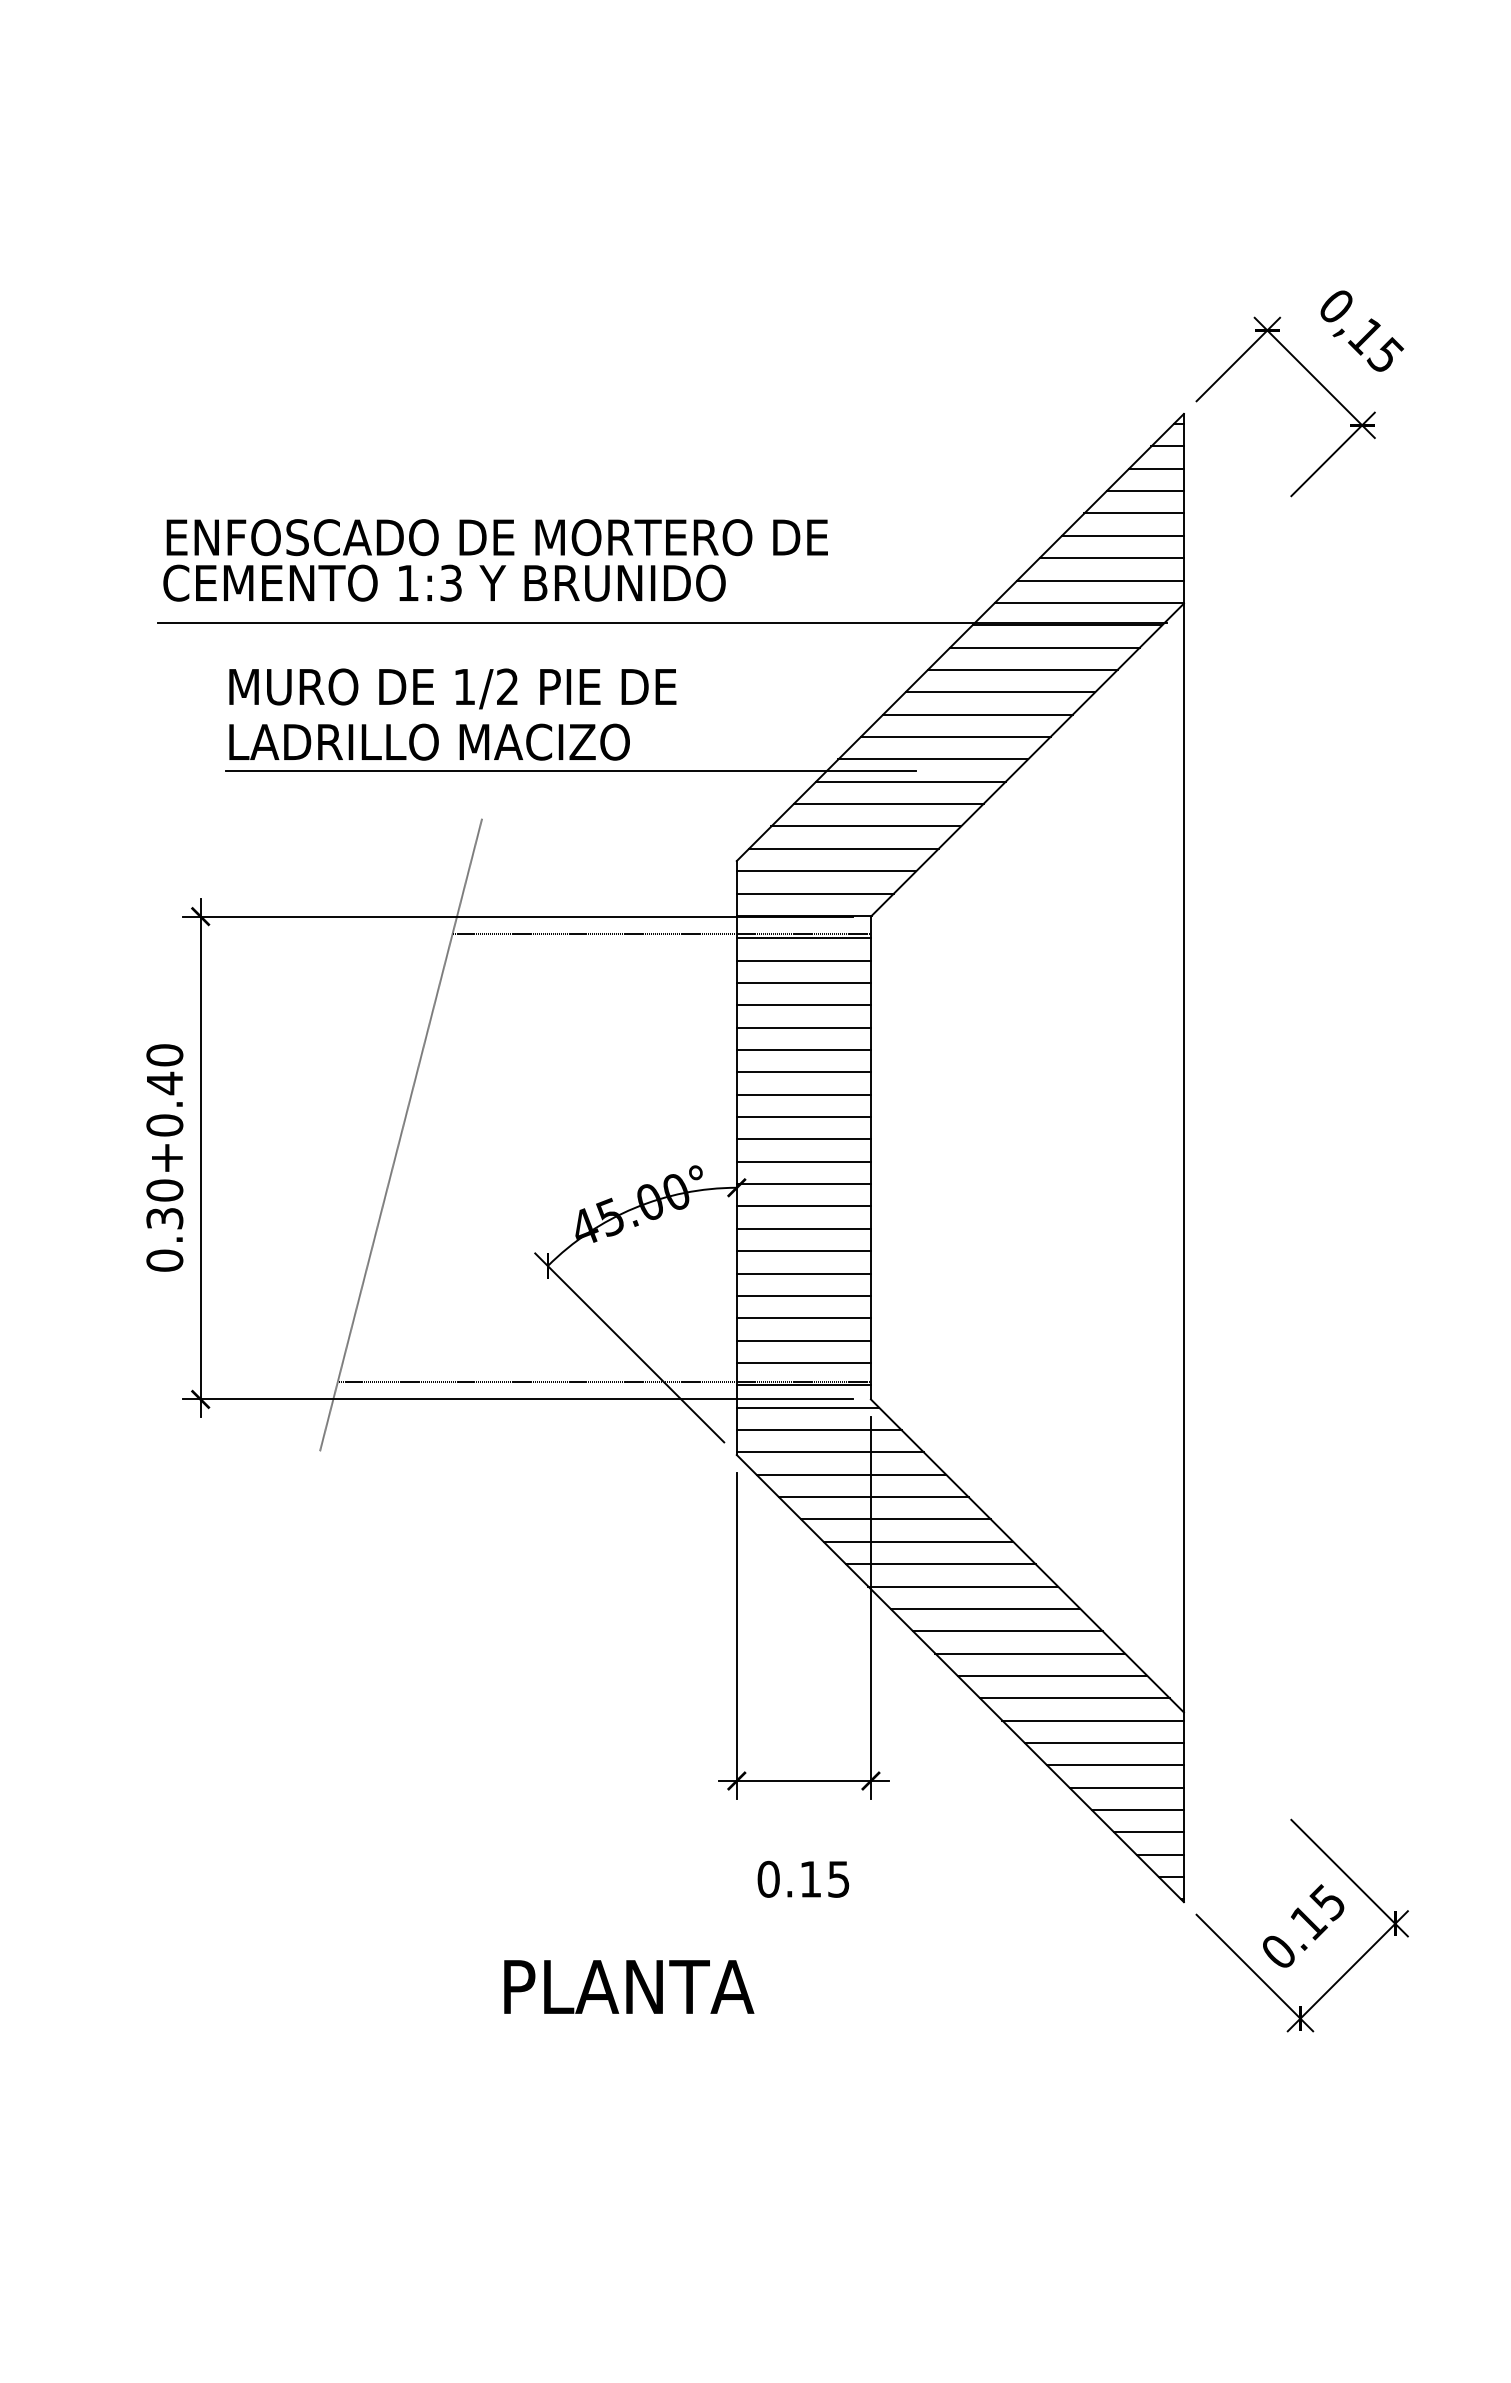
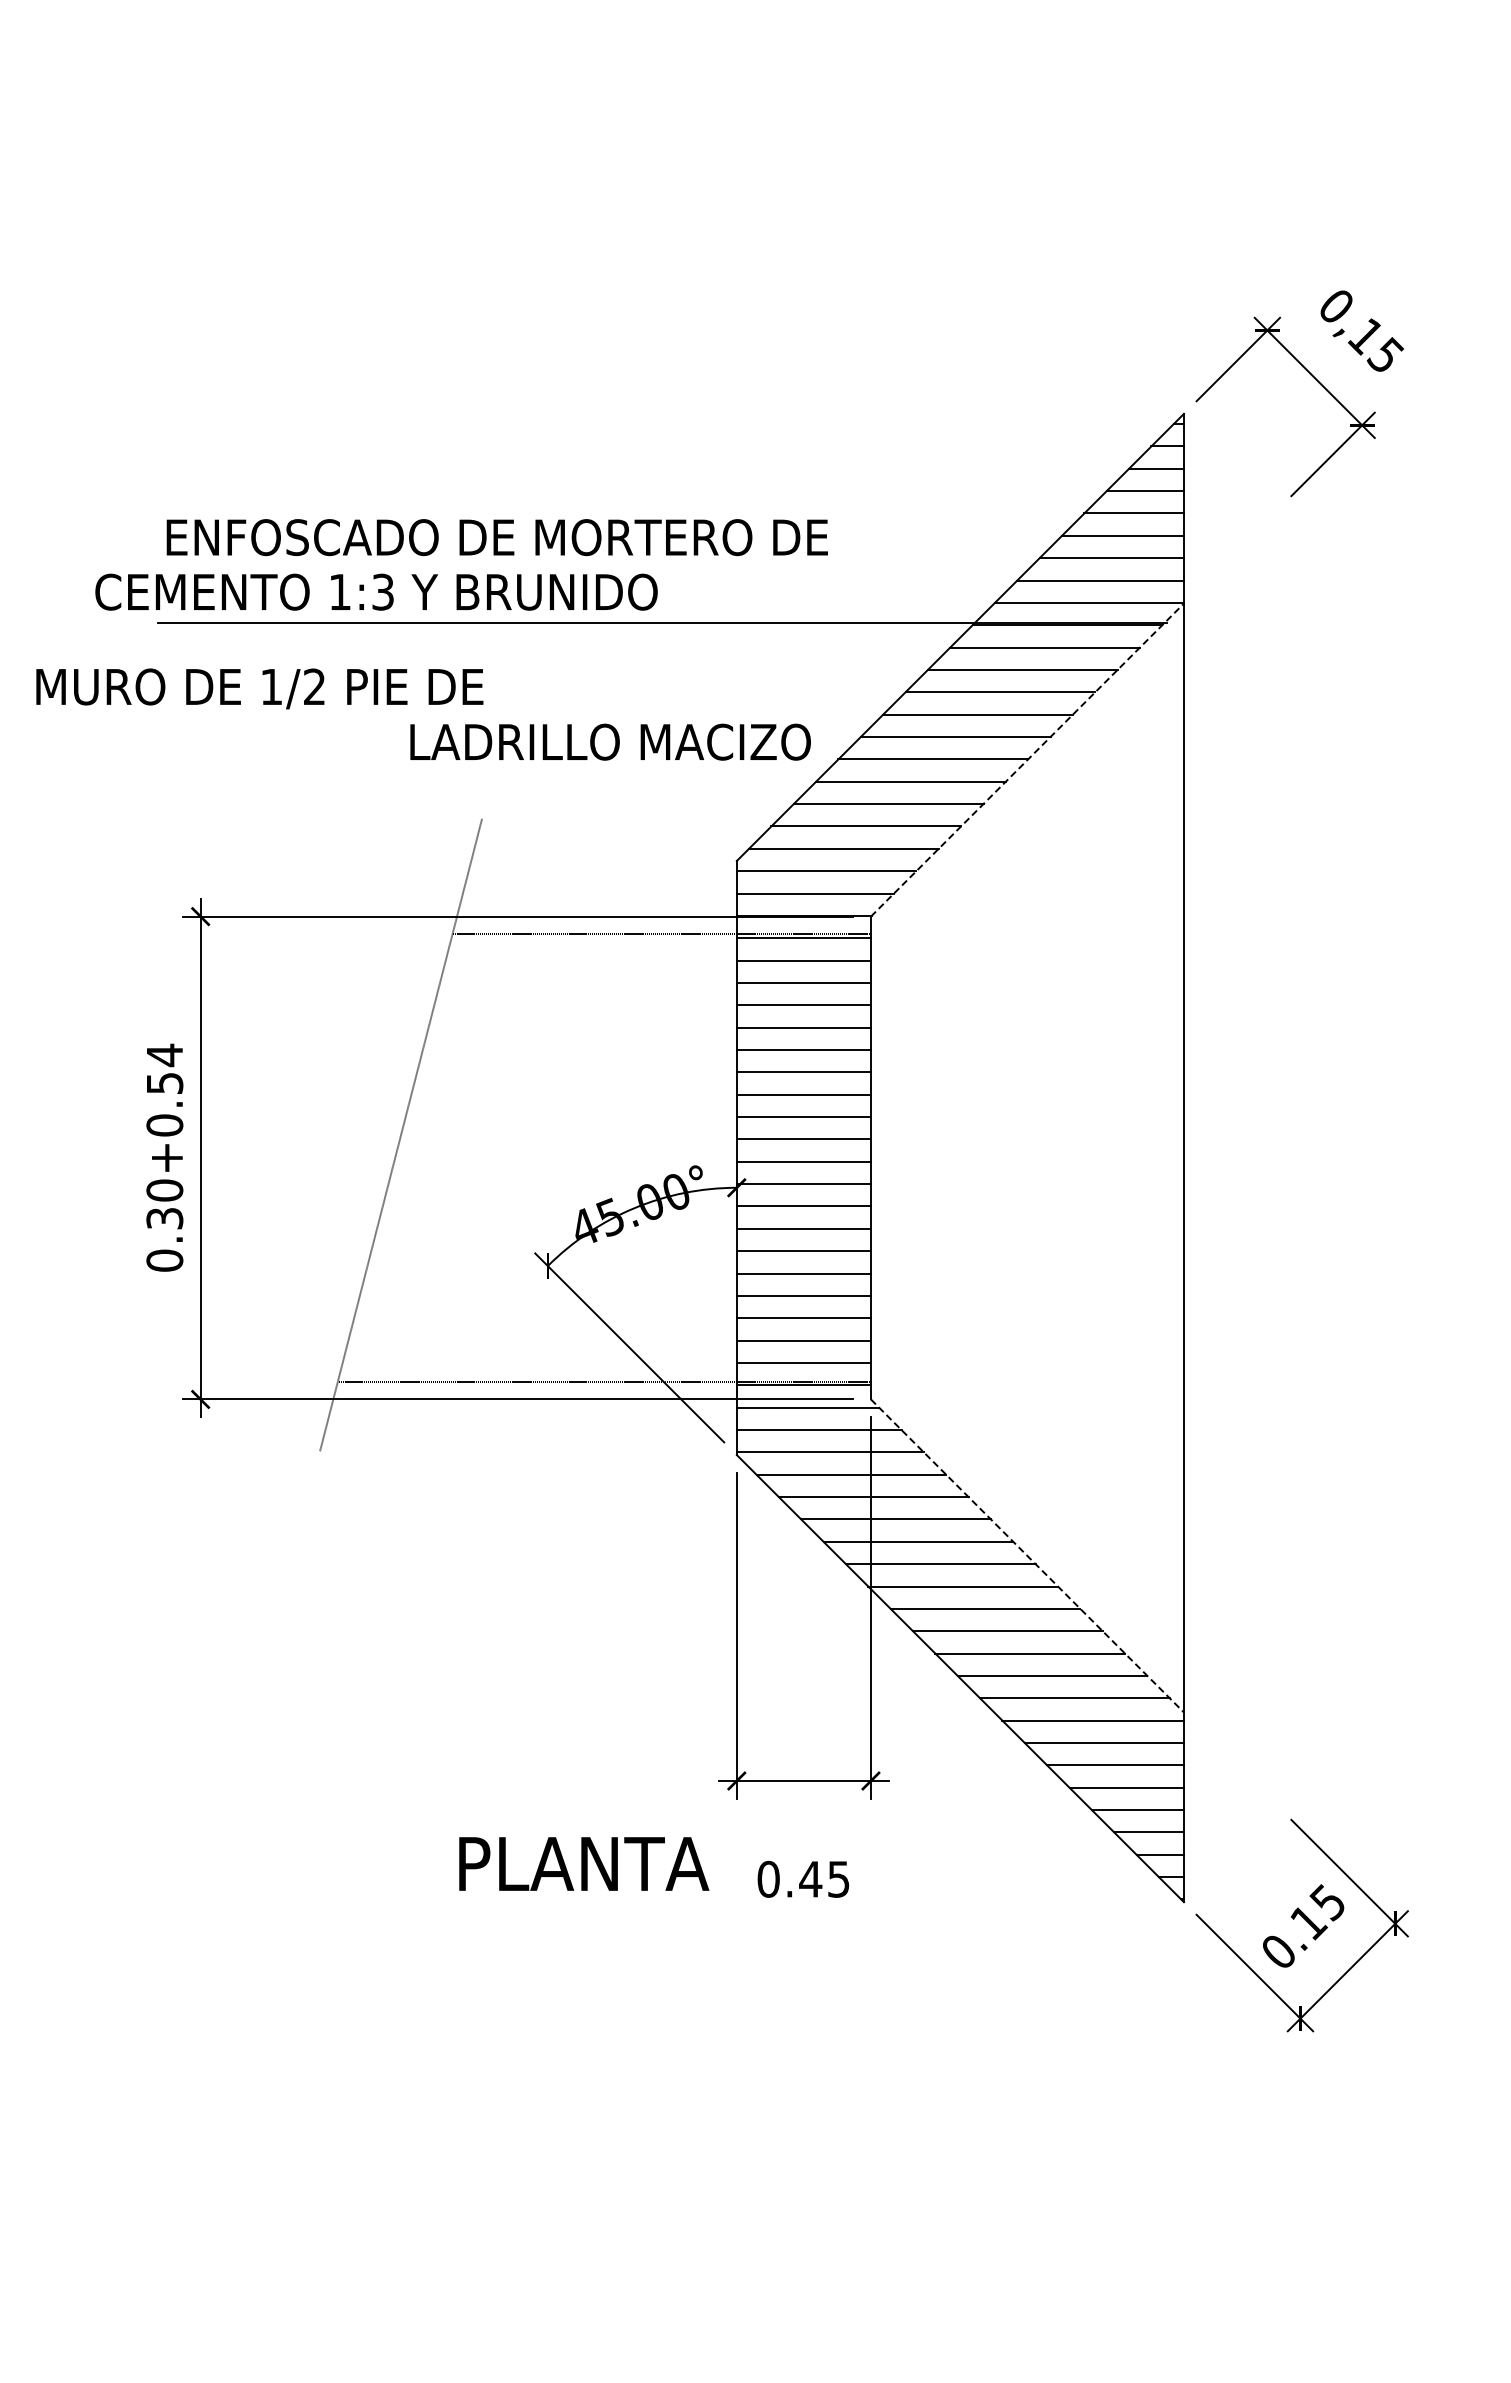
text at (444, 582) position: (444, 582) -> (376, 591)
text at (452, 688) position: (452, 688) -> (259, 688)
text at (429, 741) position: (429, 741) -> (610, 741)
line at (1027, 759): solid -> dashed
line at (571, 771): present -> none
text at (164, 1069): 0.30+0.40 -> 0.30+0.54
line at (1027, 1556): solid -> dashed
text at (810, 1879): 0.15 -> 0.45
text at (629, 1986) position: (629, 1986) -> (584, 1863)
